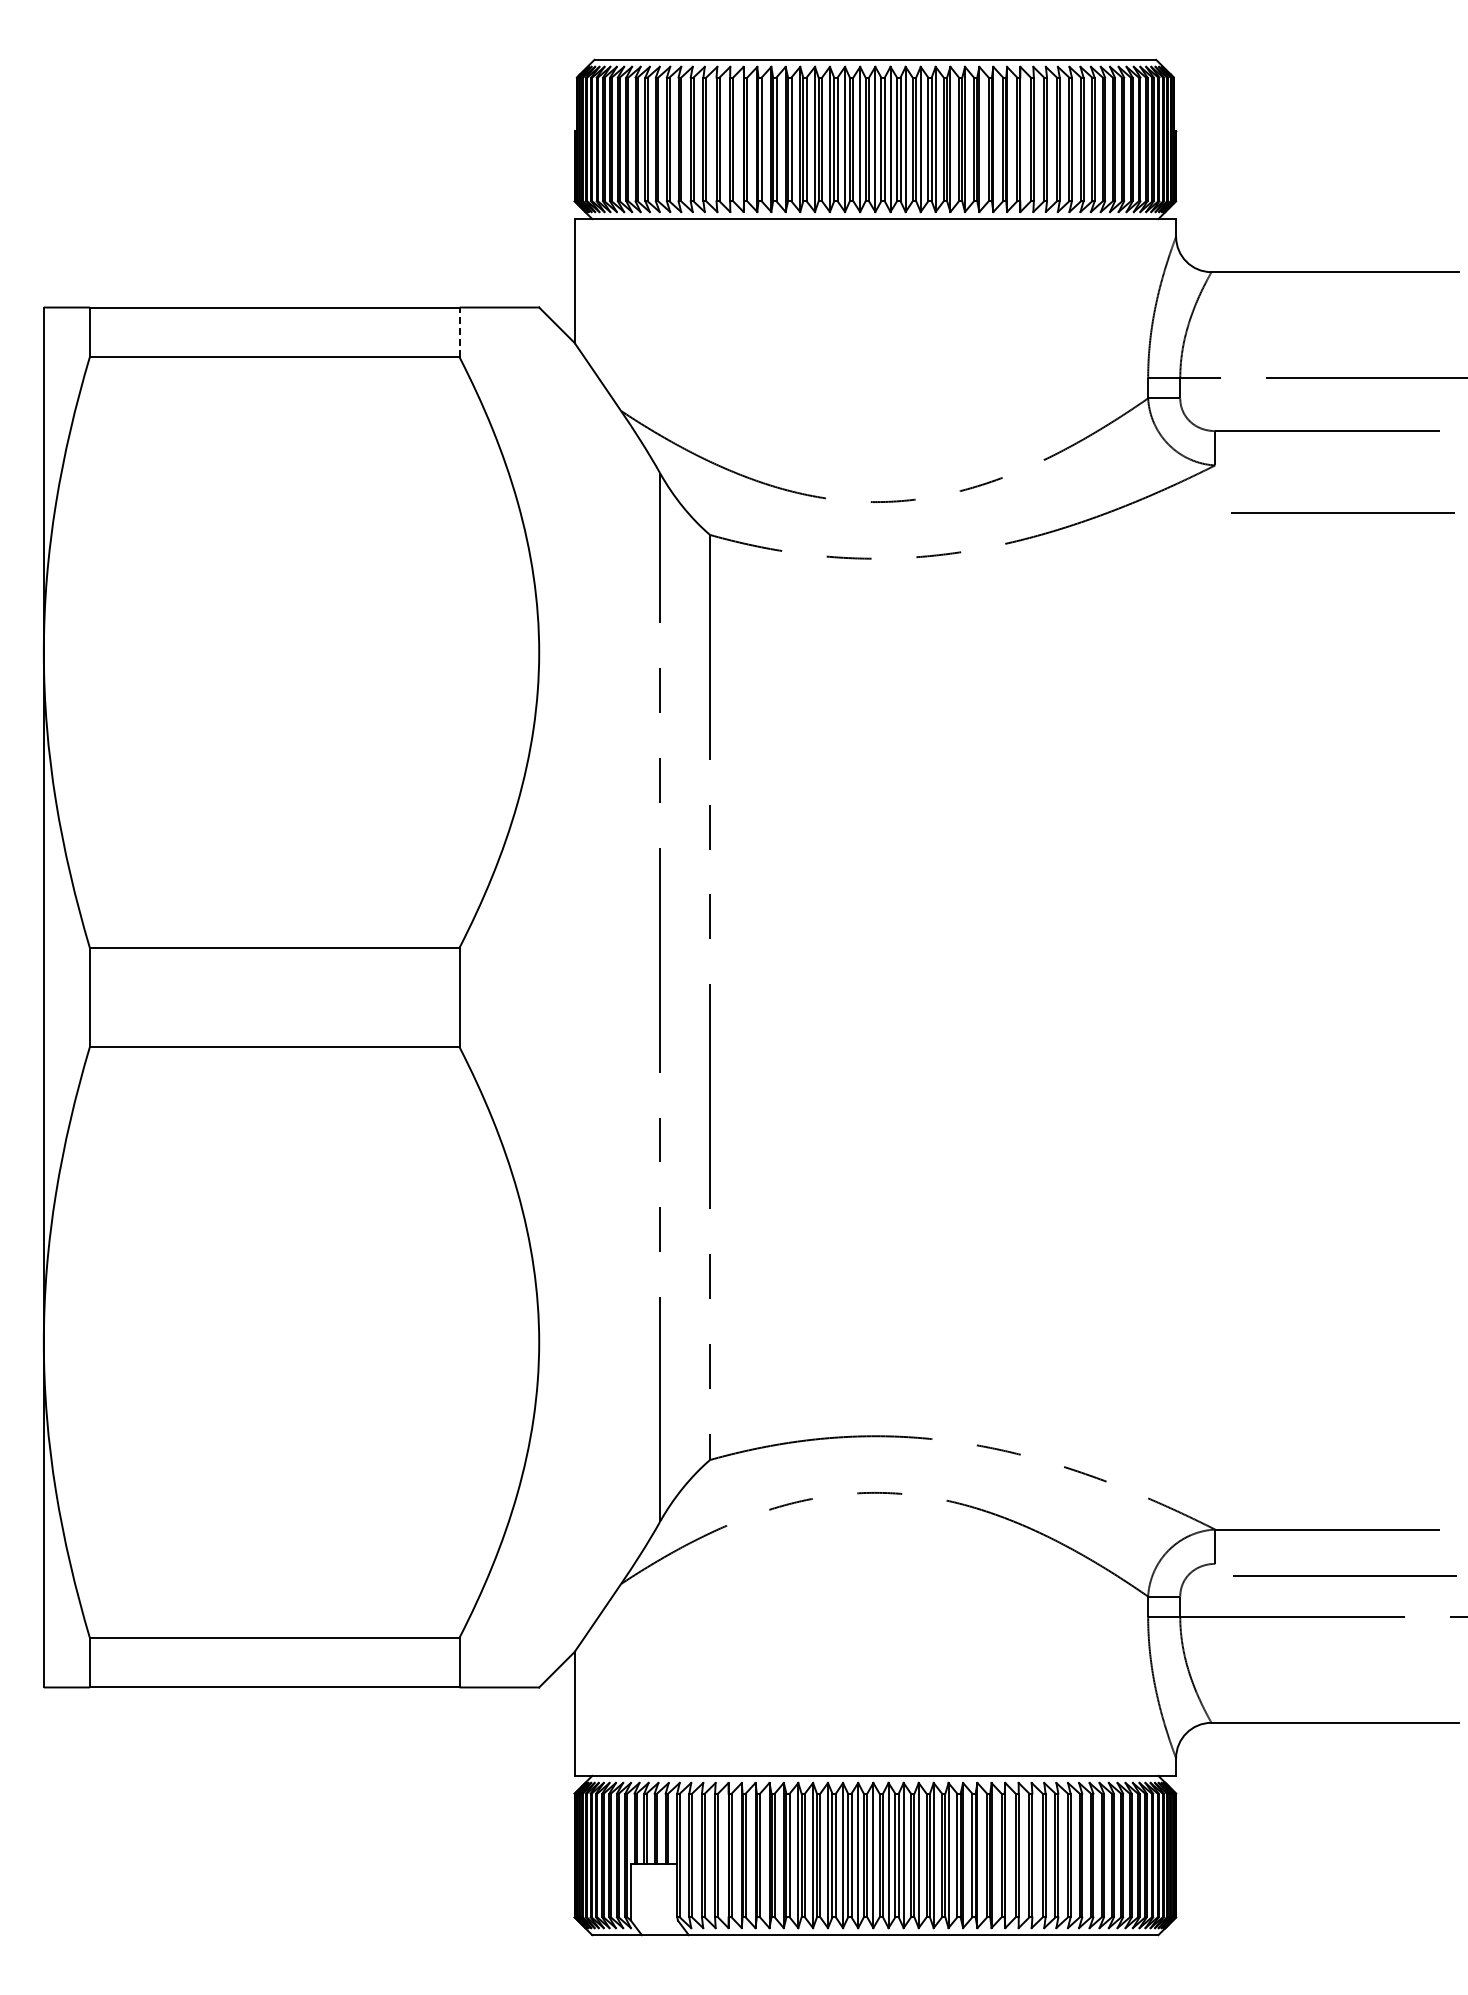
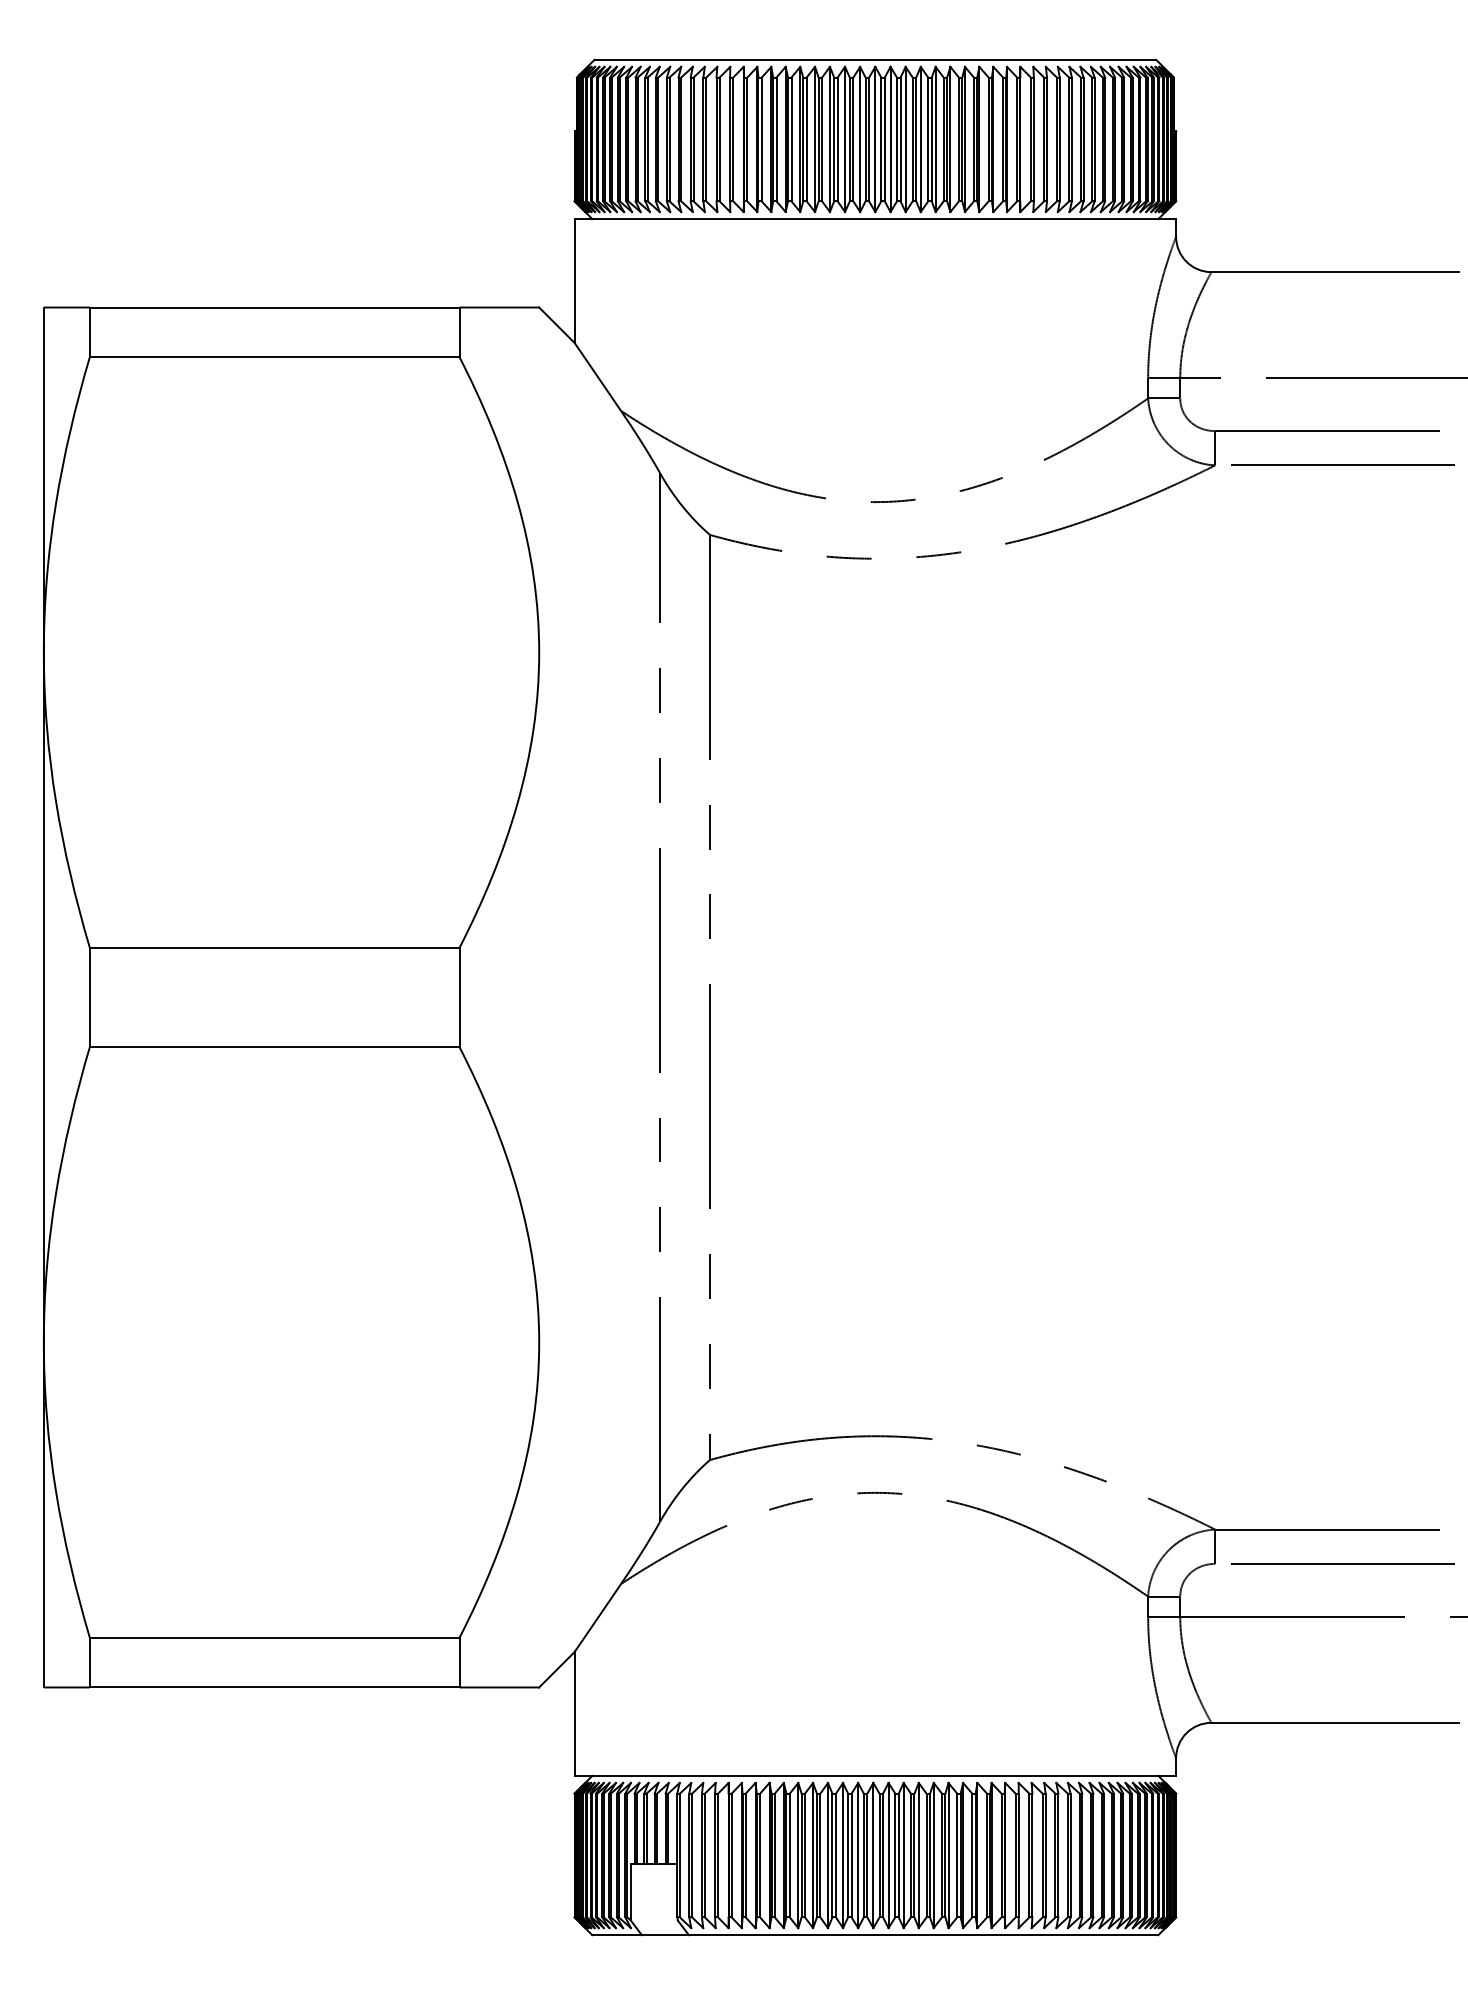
line at (459, 332): dashed -> solid
line at (1342, 512) position: (1342, 512) -> (1342, 464)
line at (1344, 1575) position: (1344, 1575) -> (1342, 1563)
